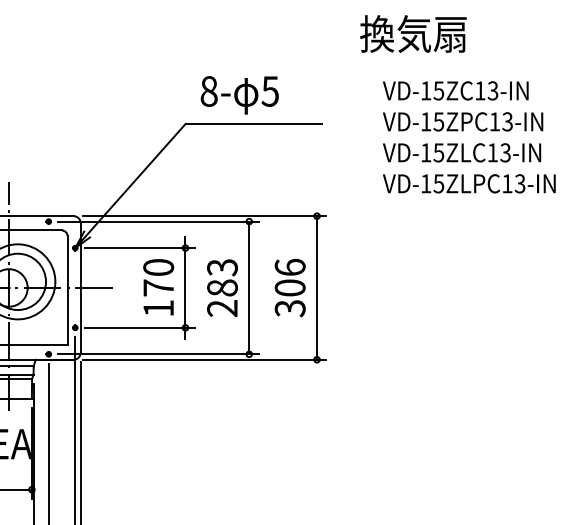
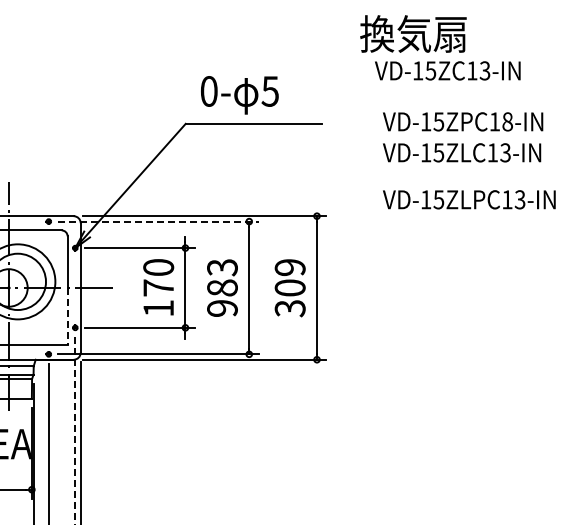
text at (455, 90) position: (455, 90) -> (447, 70)
text at (208, 91): 8- -> 0-
text at (507, 121): VD-15ZPC13-IN -> VD-15ZPC18-IN
text at (469, 183) position: (469, 183) -> (469, 199)
line at (158, 221): solid -> dashed
text at (289, 267): 306 -> 309
text at (222, 308): 283 -> 983
line at (67, 316): solid -> dashed
line at (75, 431): solid -> dashed
